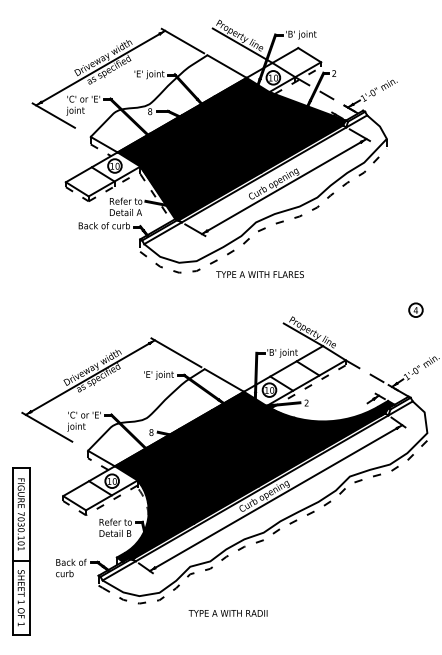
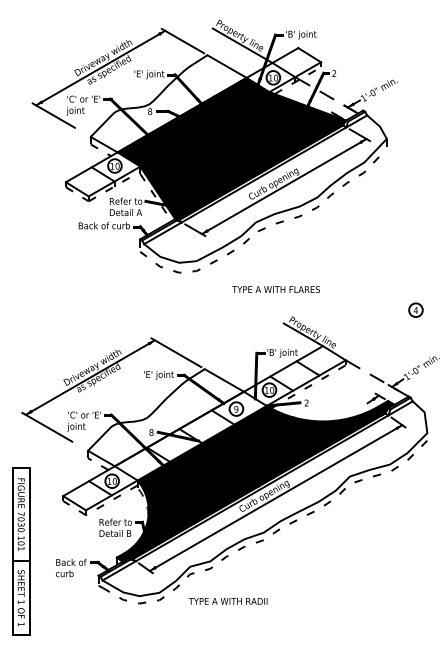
text at (259, 274) position: (259, 274) -> (275, 289)
fill at (190, 435): present -> none
text at (227, 613) position: (227, 613) -> (227, 601)
